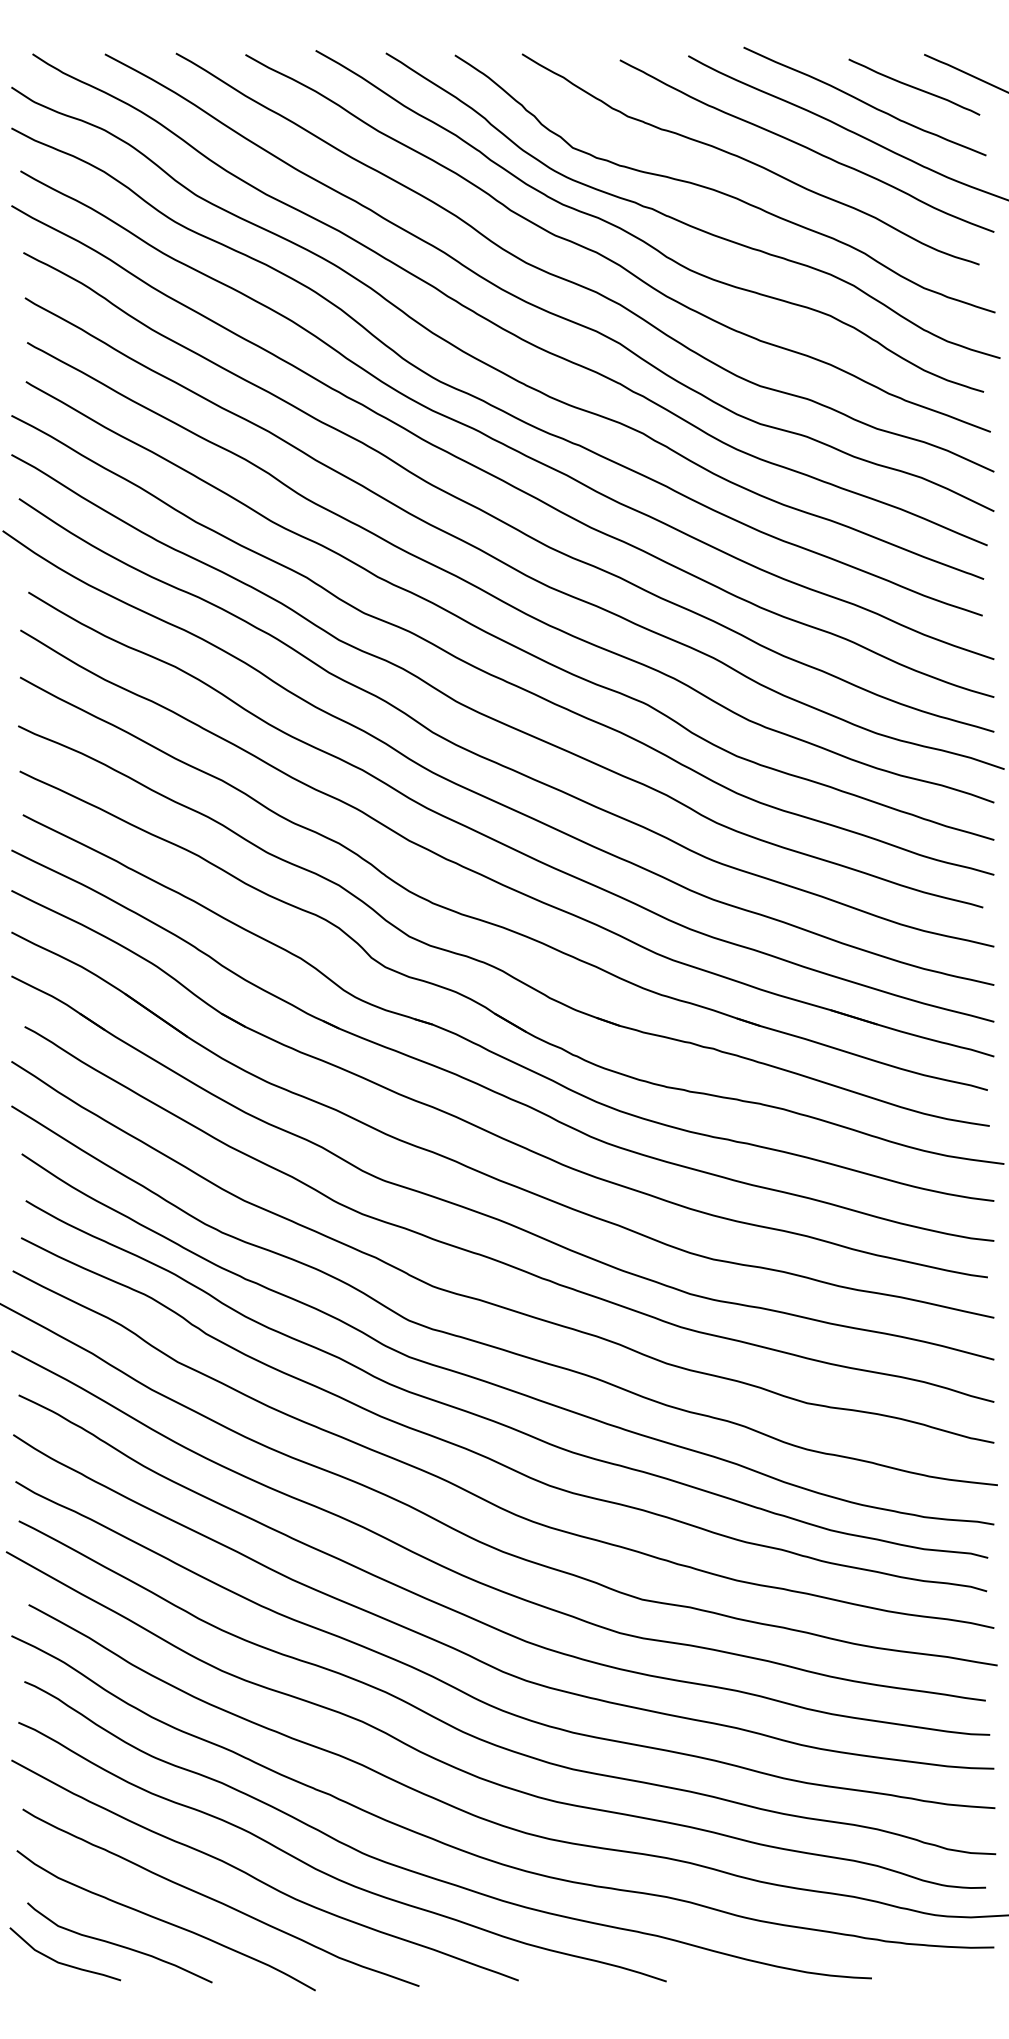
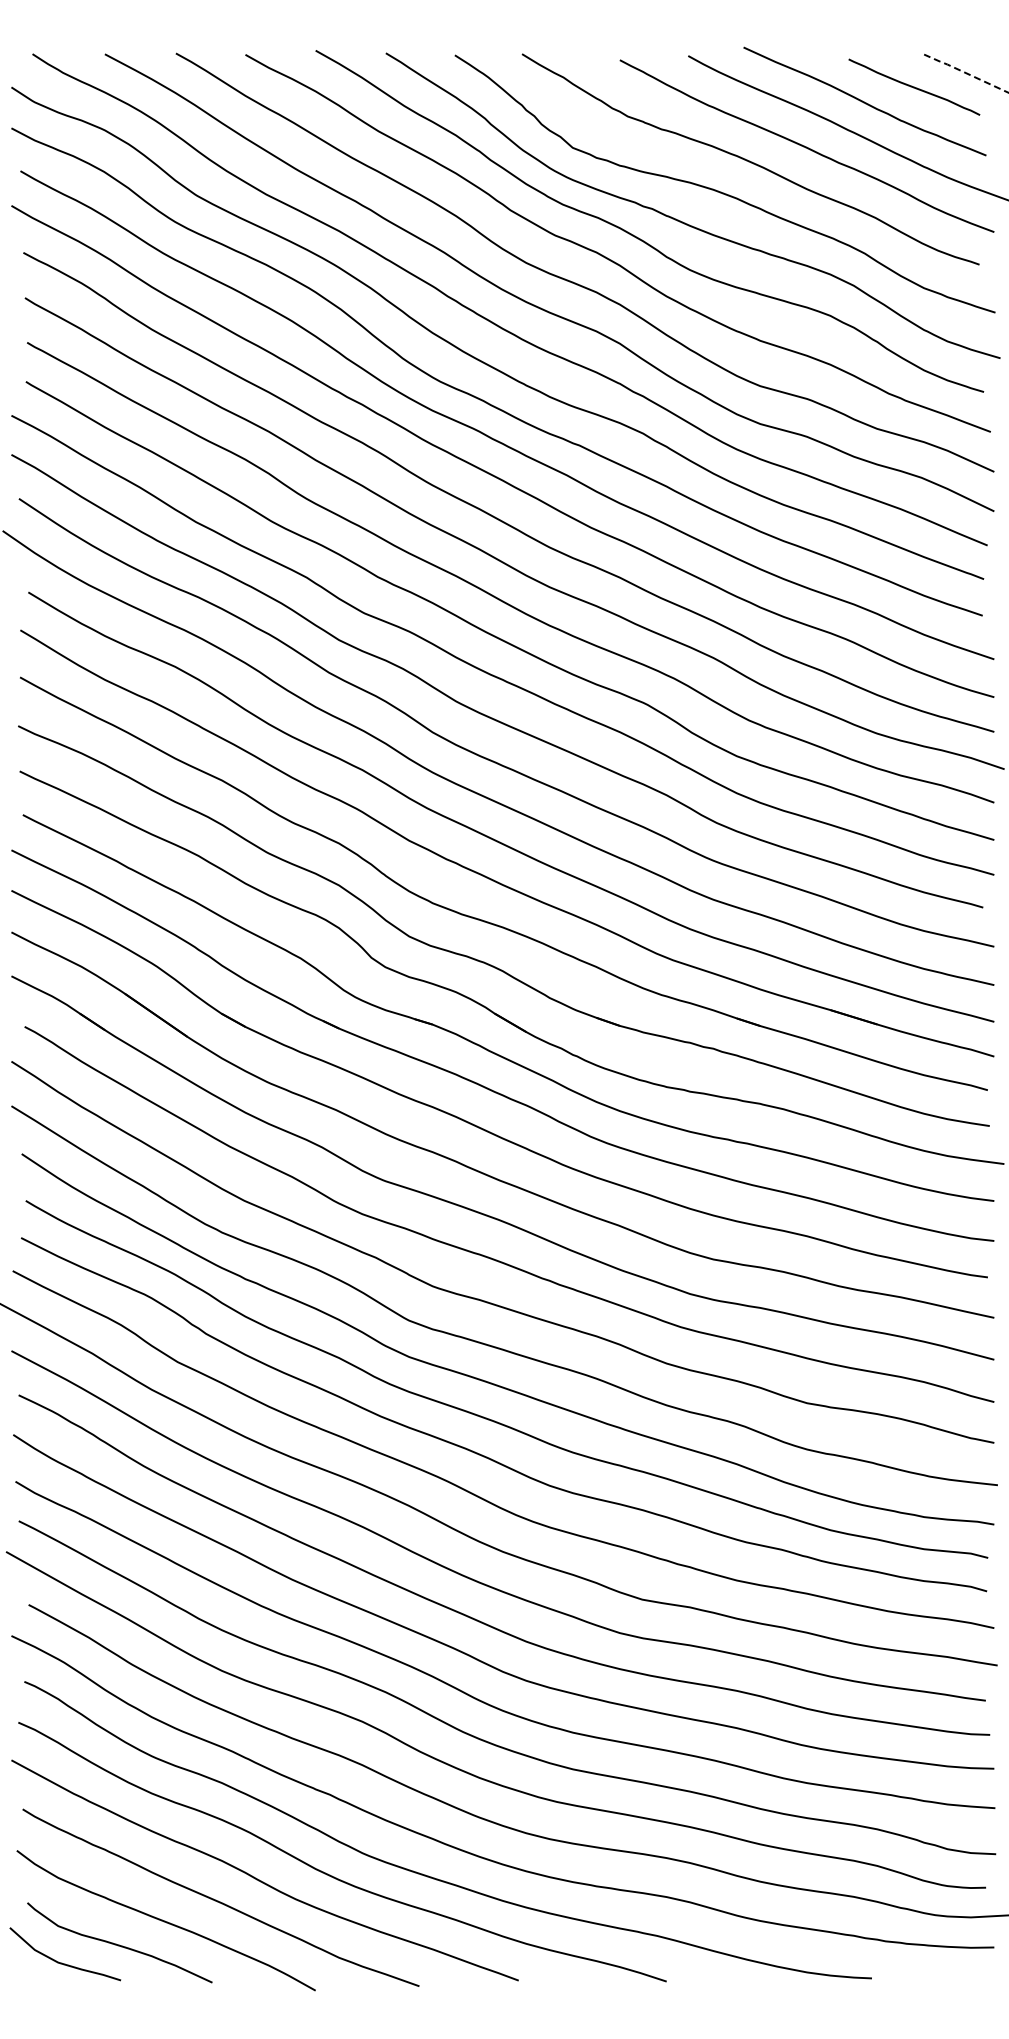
line at (964, 72): solid -> dashed
